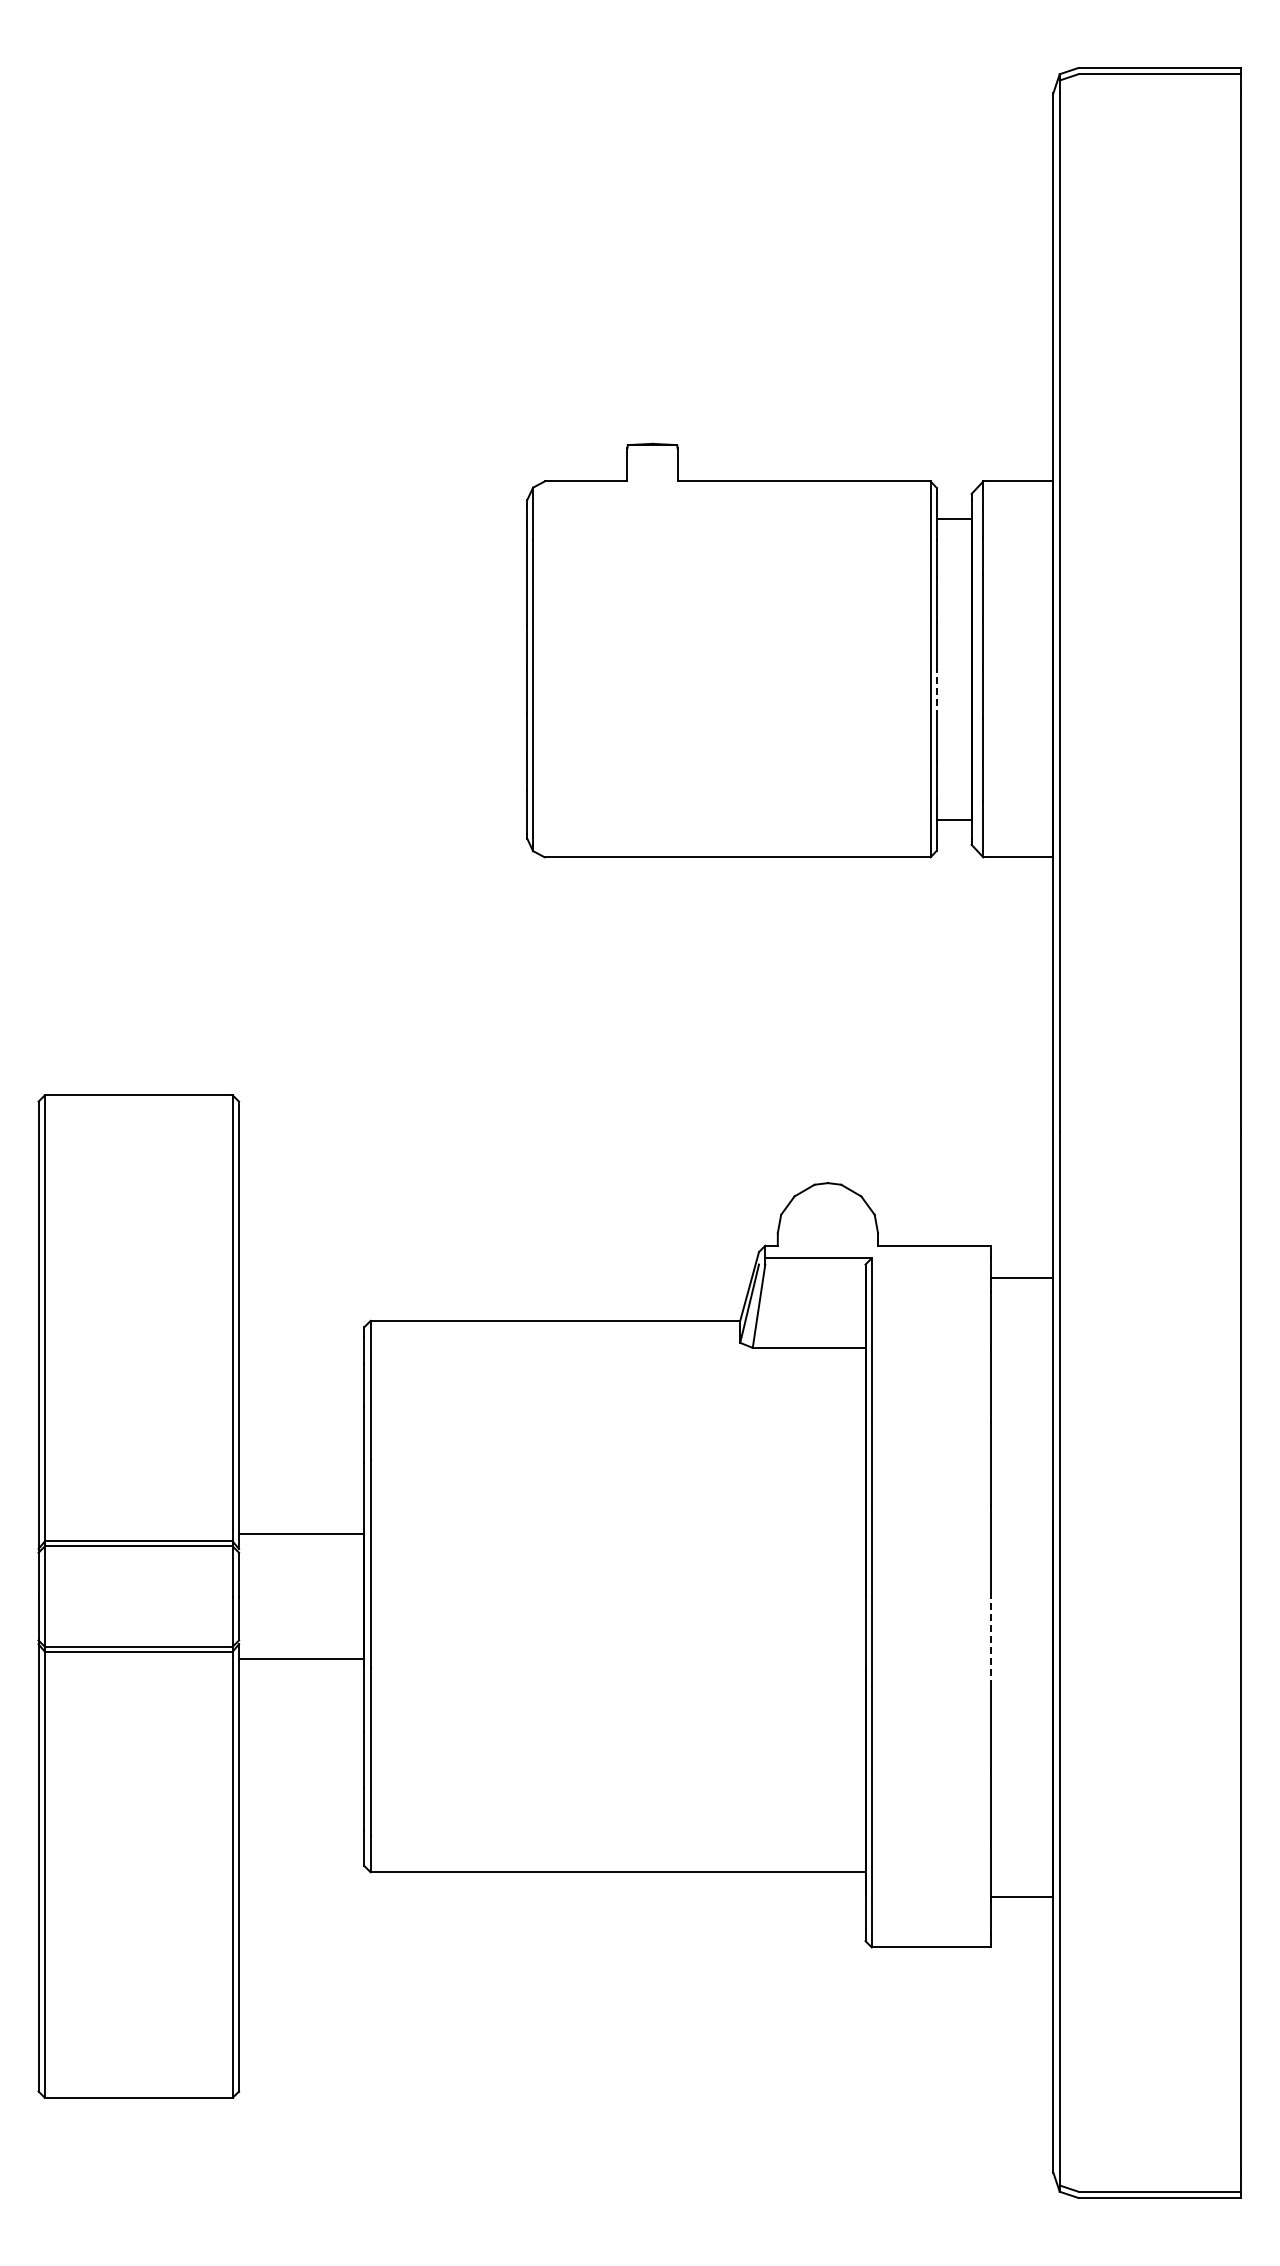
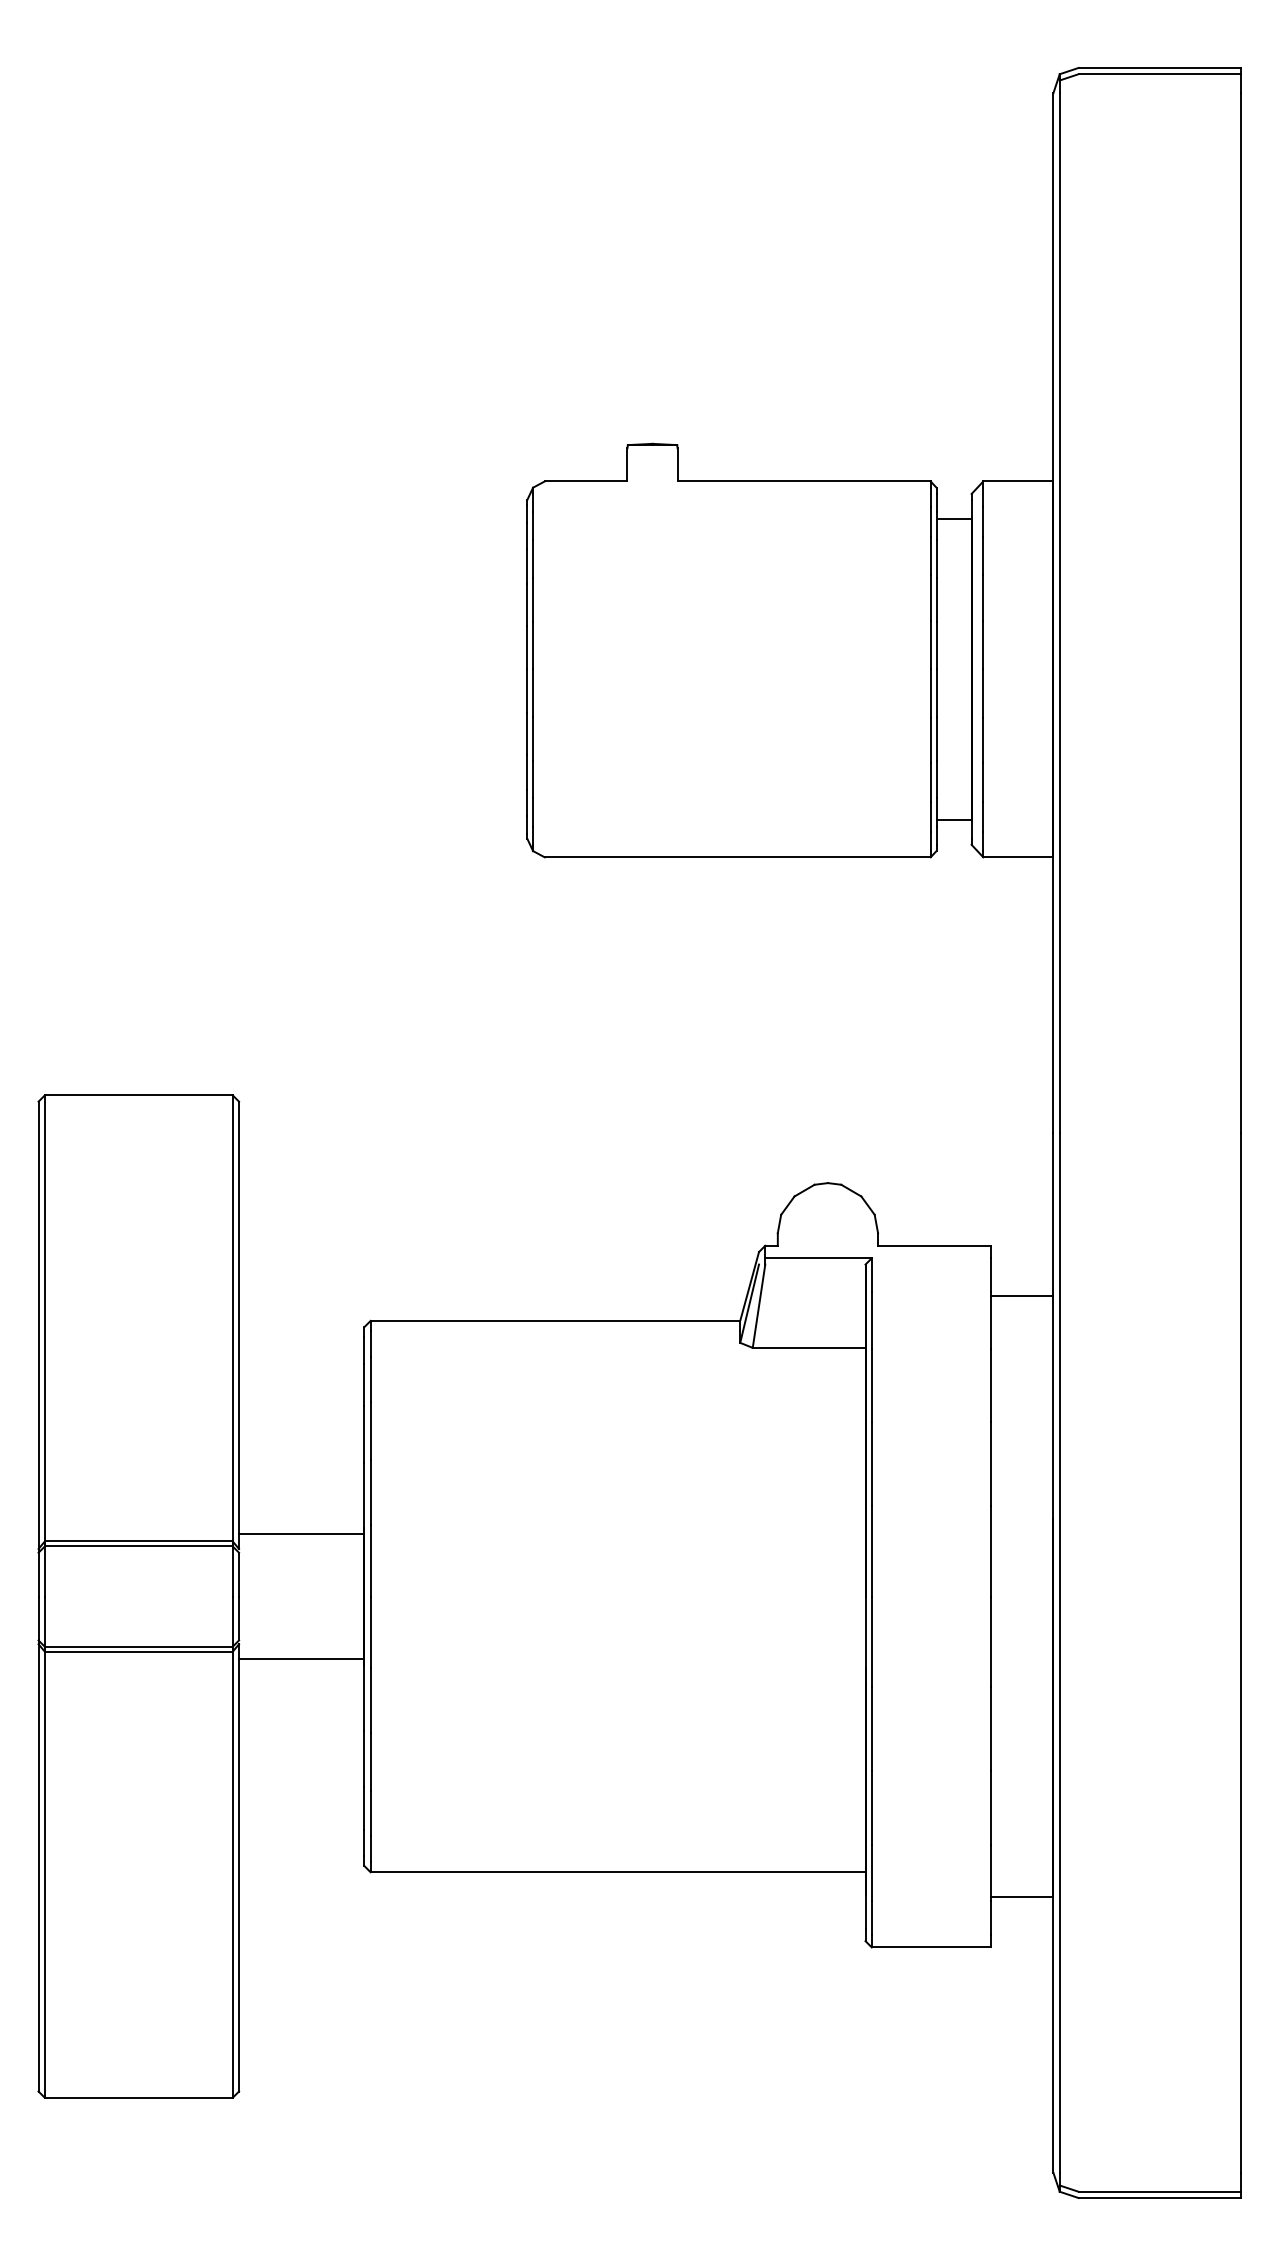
line at (936, 693): dashed -> solid
line at (1021, 1277) position: (1021, 1277) -> (1021, 1295)
line at (990, 1641): dashed -> solid
